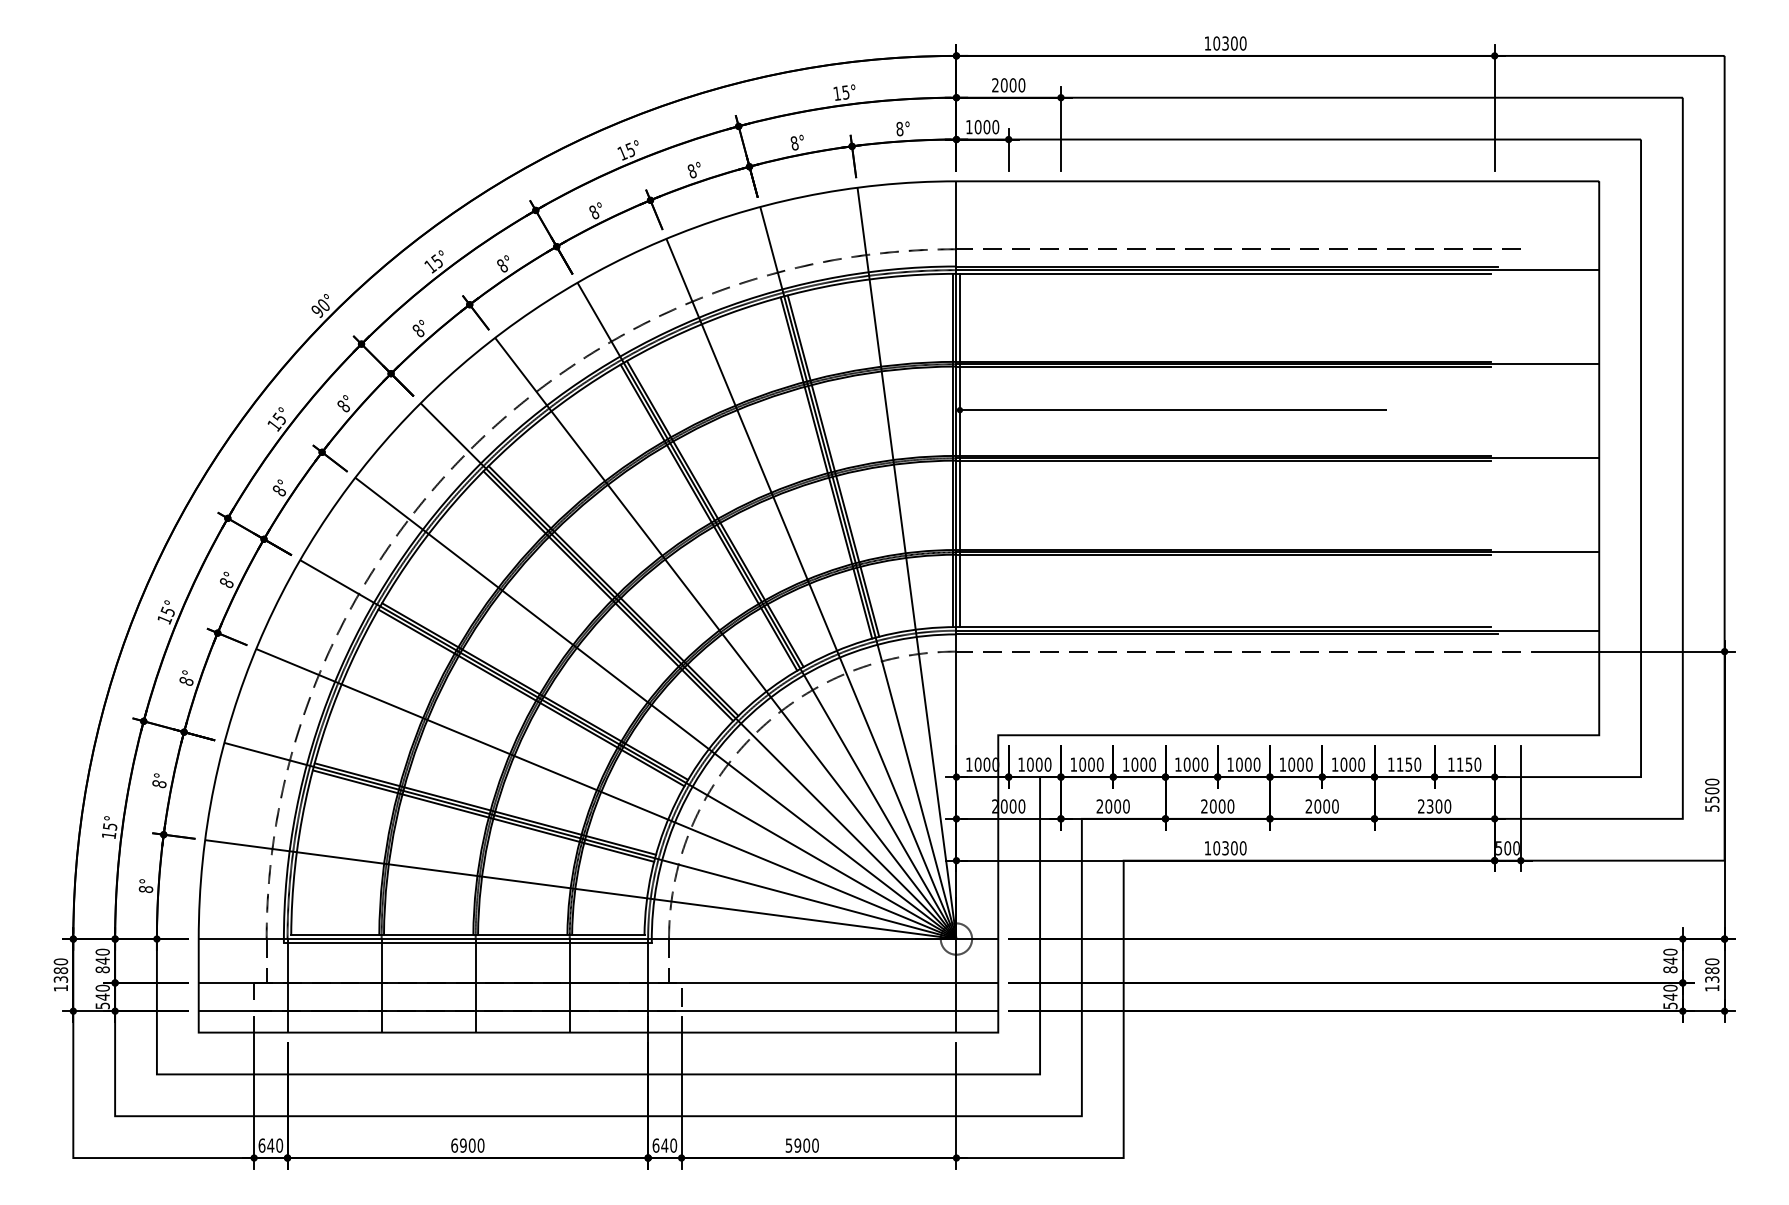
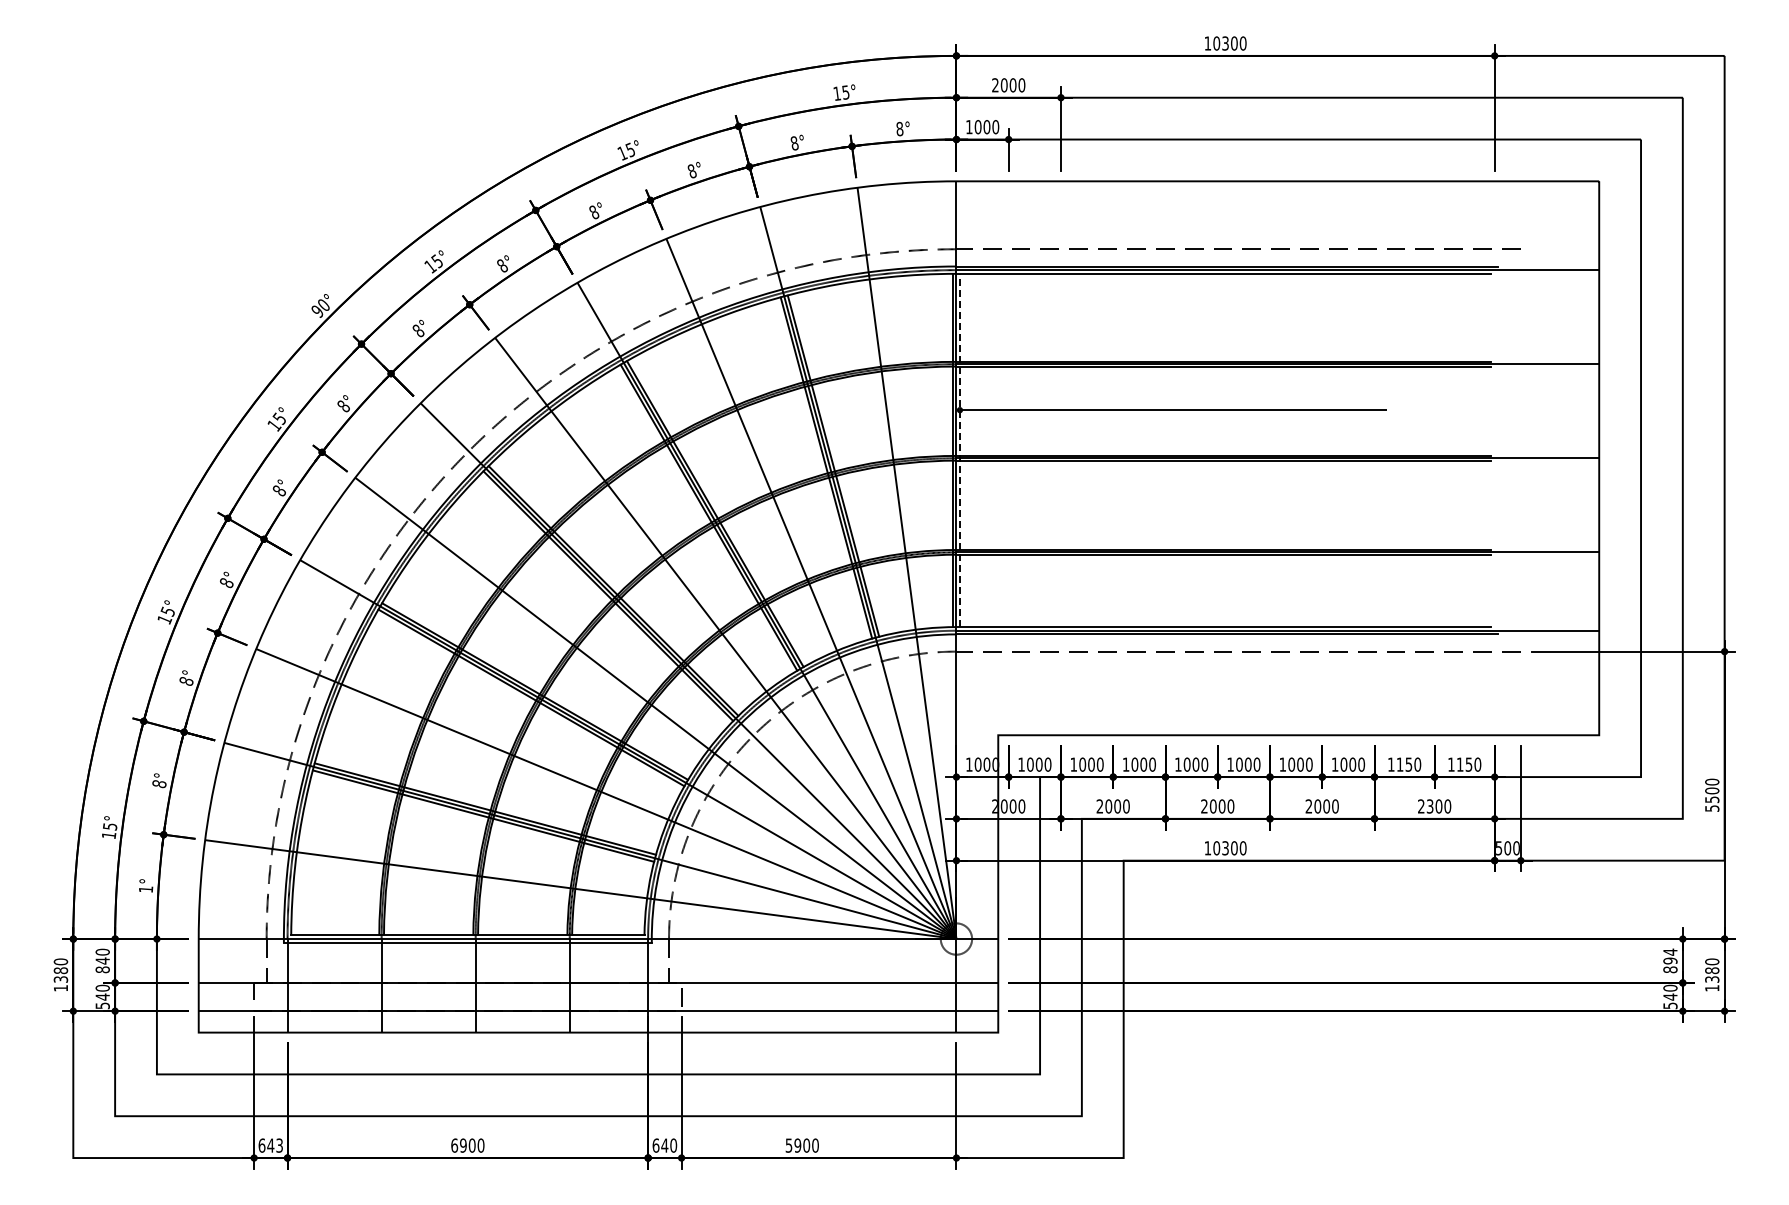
line at (960, 450): solid -> dashed
text at (145, 889): 8° -> 1°
text at (1670, 956): 840 -> 894
text at (279, 1145): 640 -> 643
